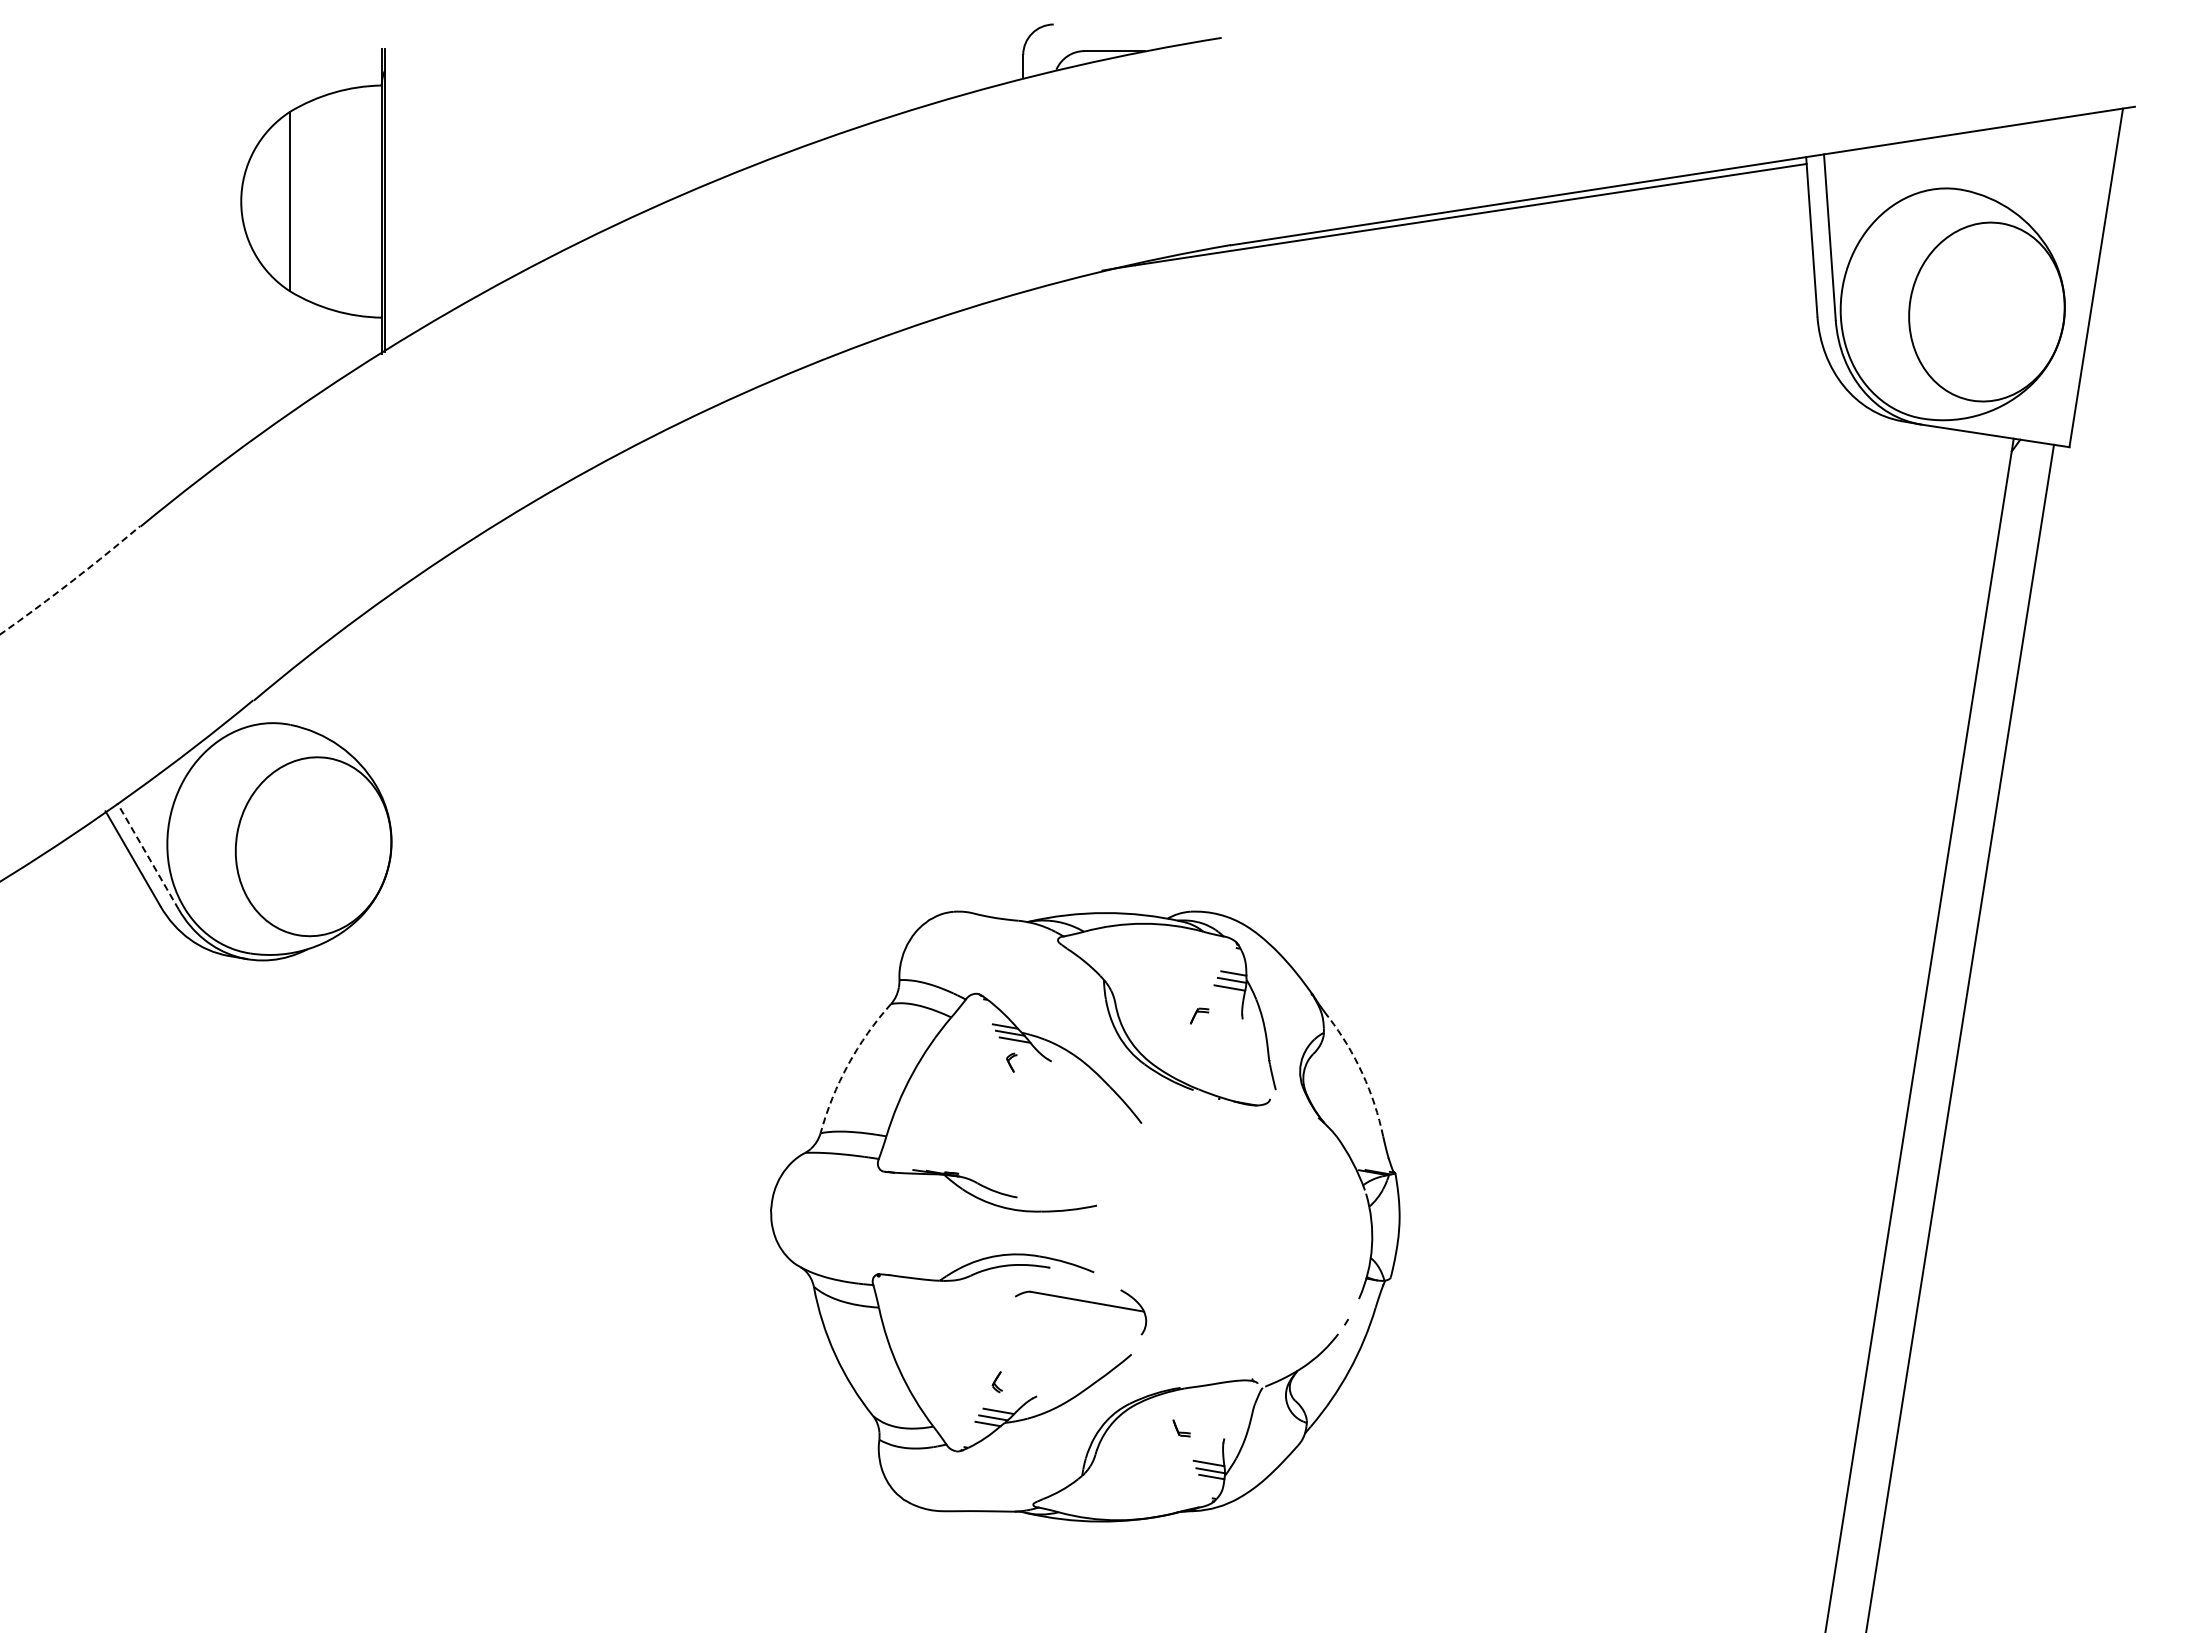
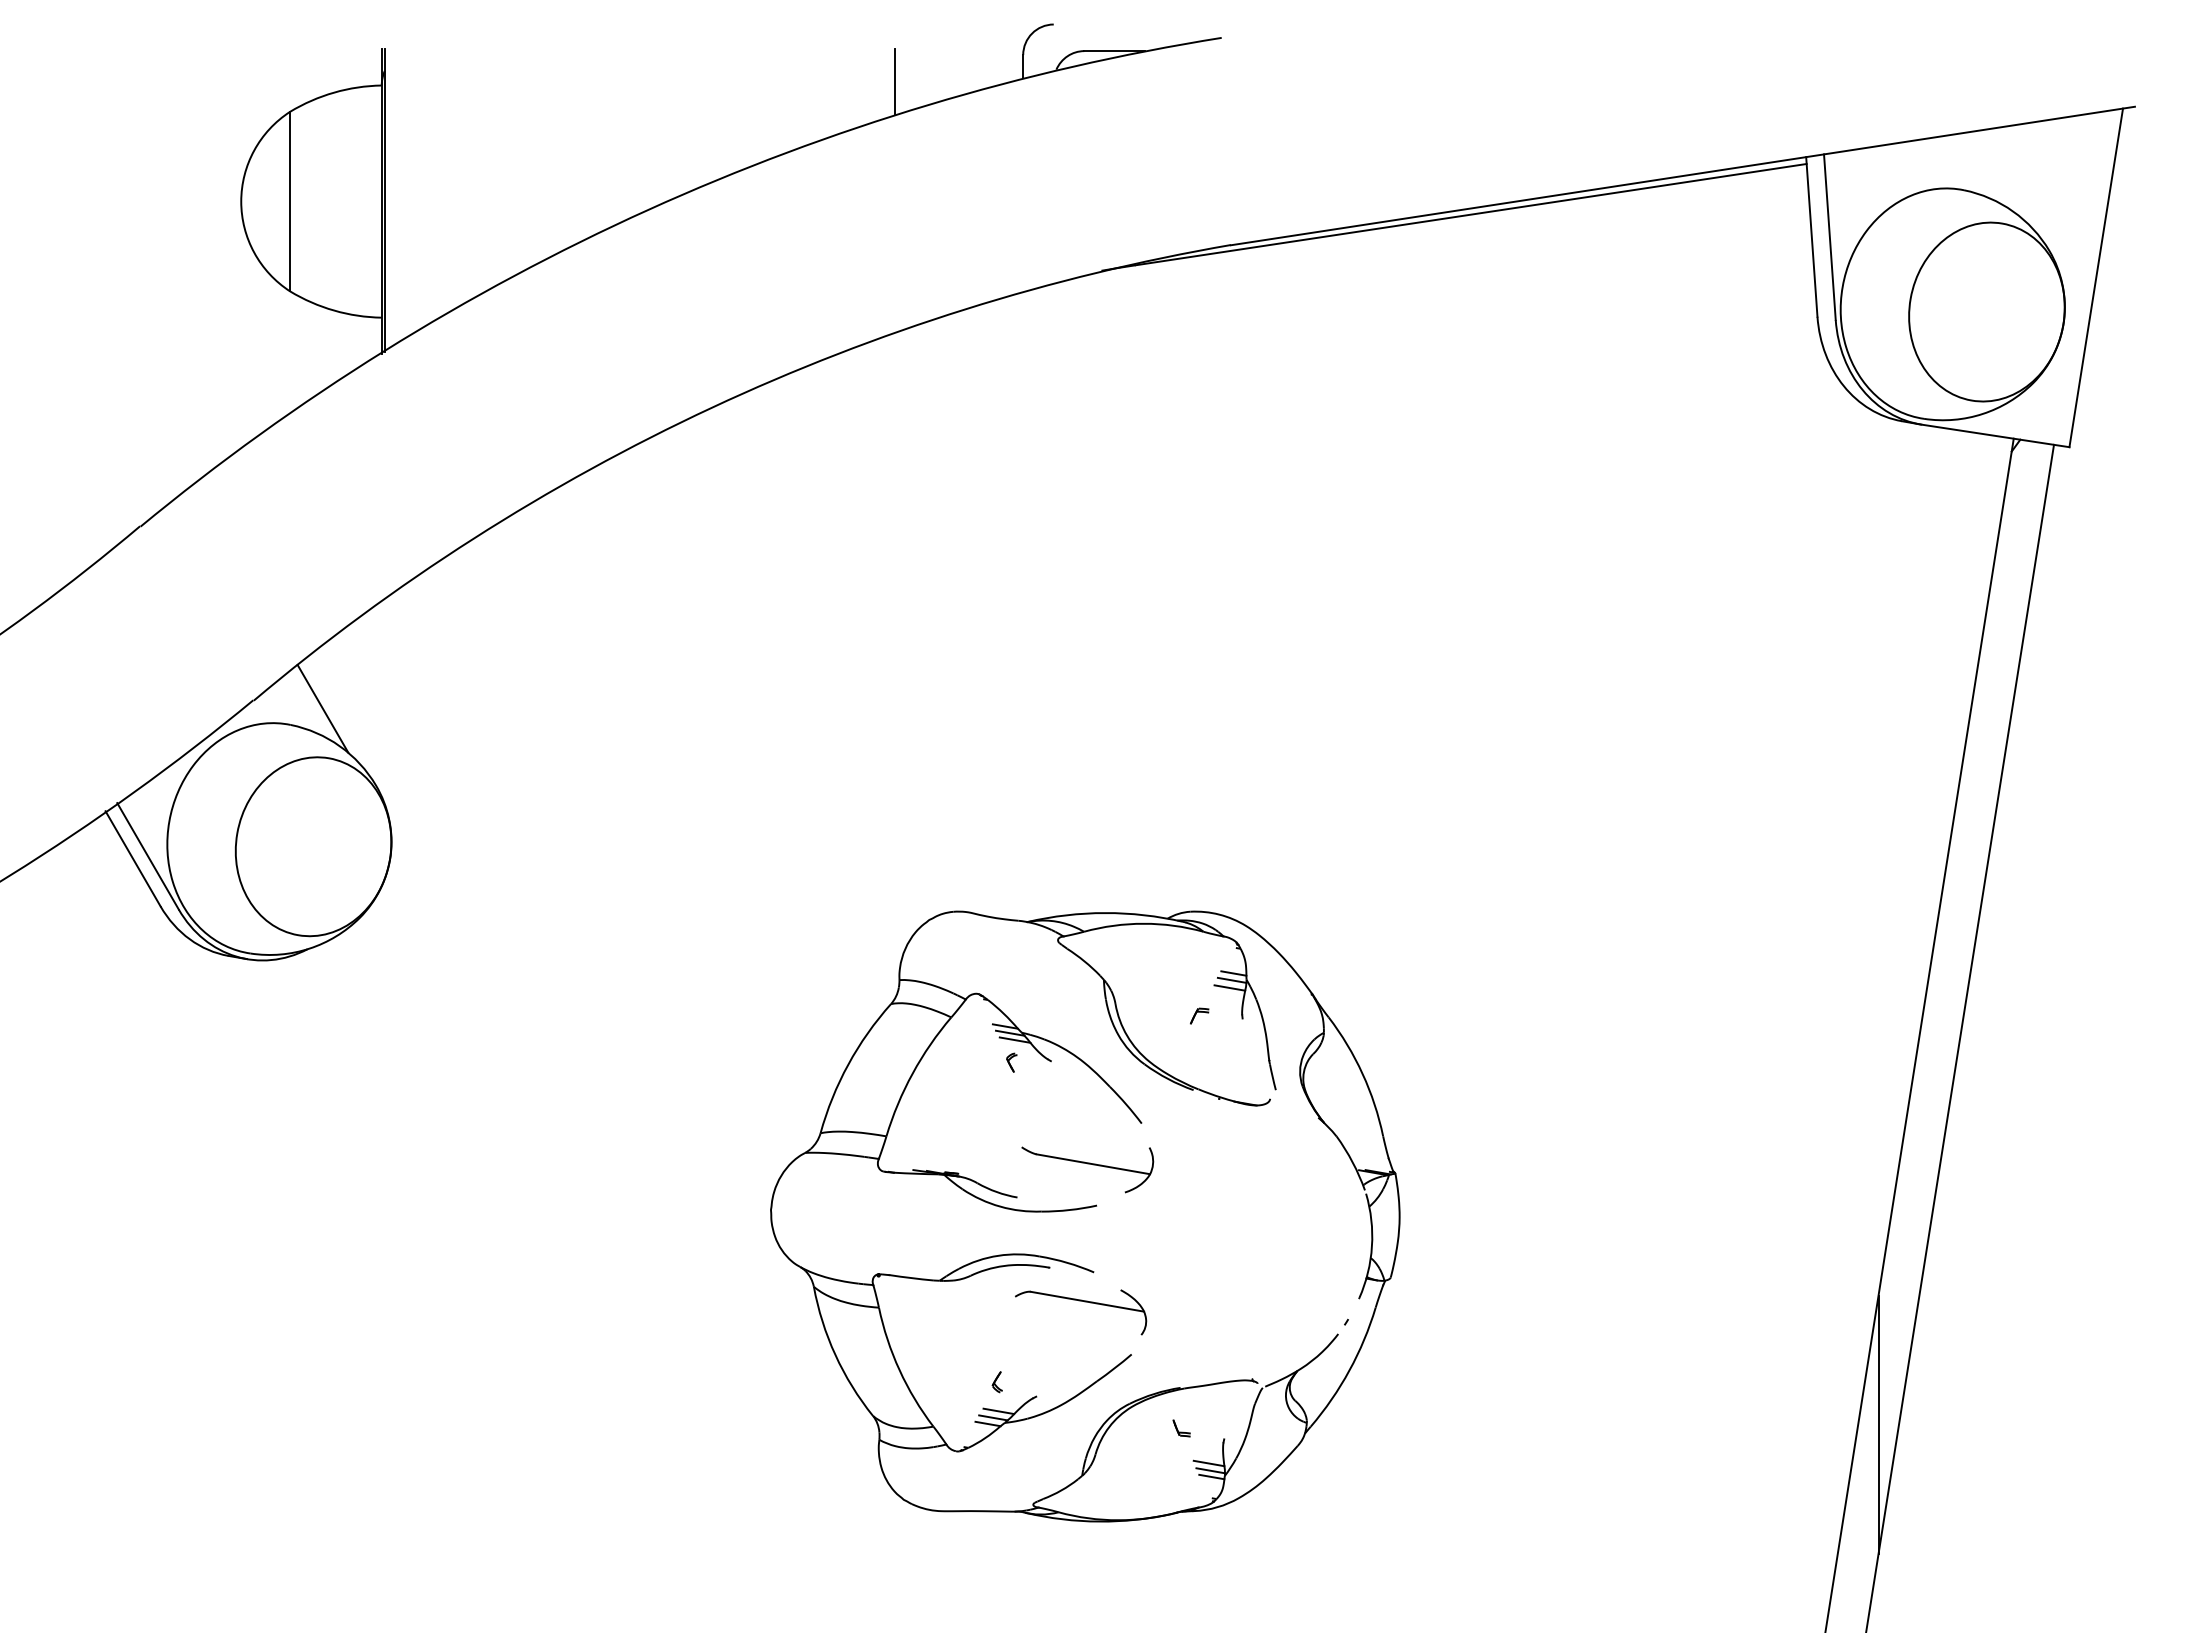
line at (894, 81): none -> present
arc at (71, 581): dashed -> solid
line at (322, 708): none -> present
line at (147, 855): dashed -> solid
arc at (848, 1064): dashed -> solid
arc at (1362, 1073): dashed -> solid
part at (1087, 1169): none -> present
line at (1878, 1424): none -> present
